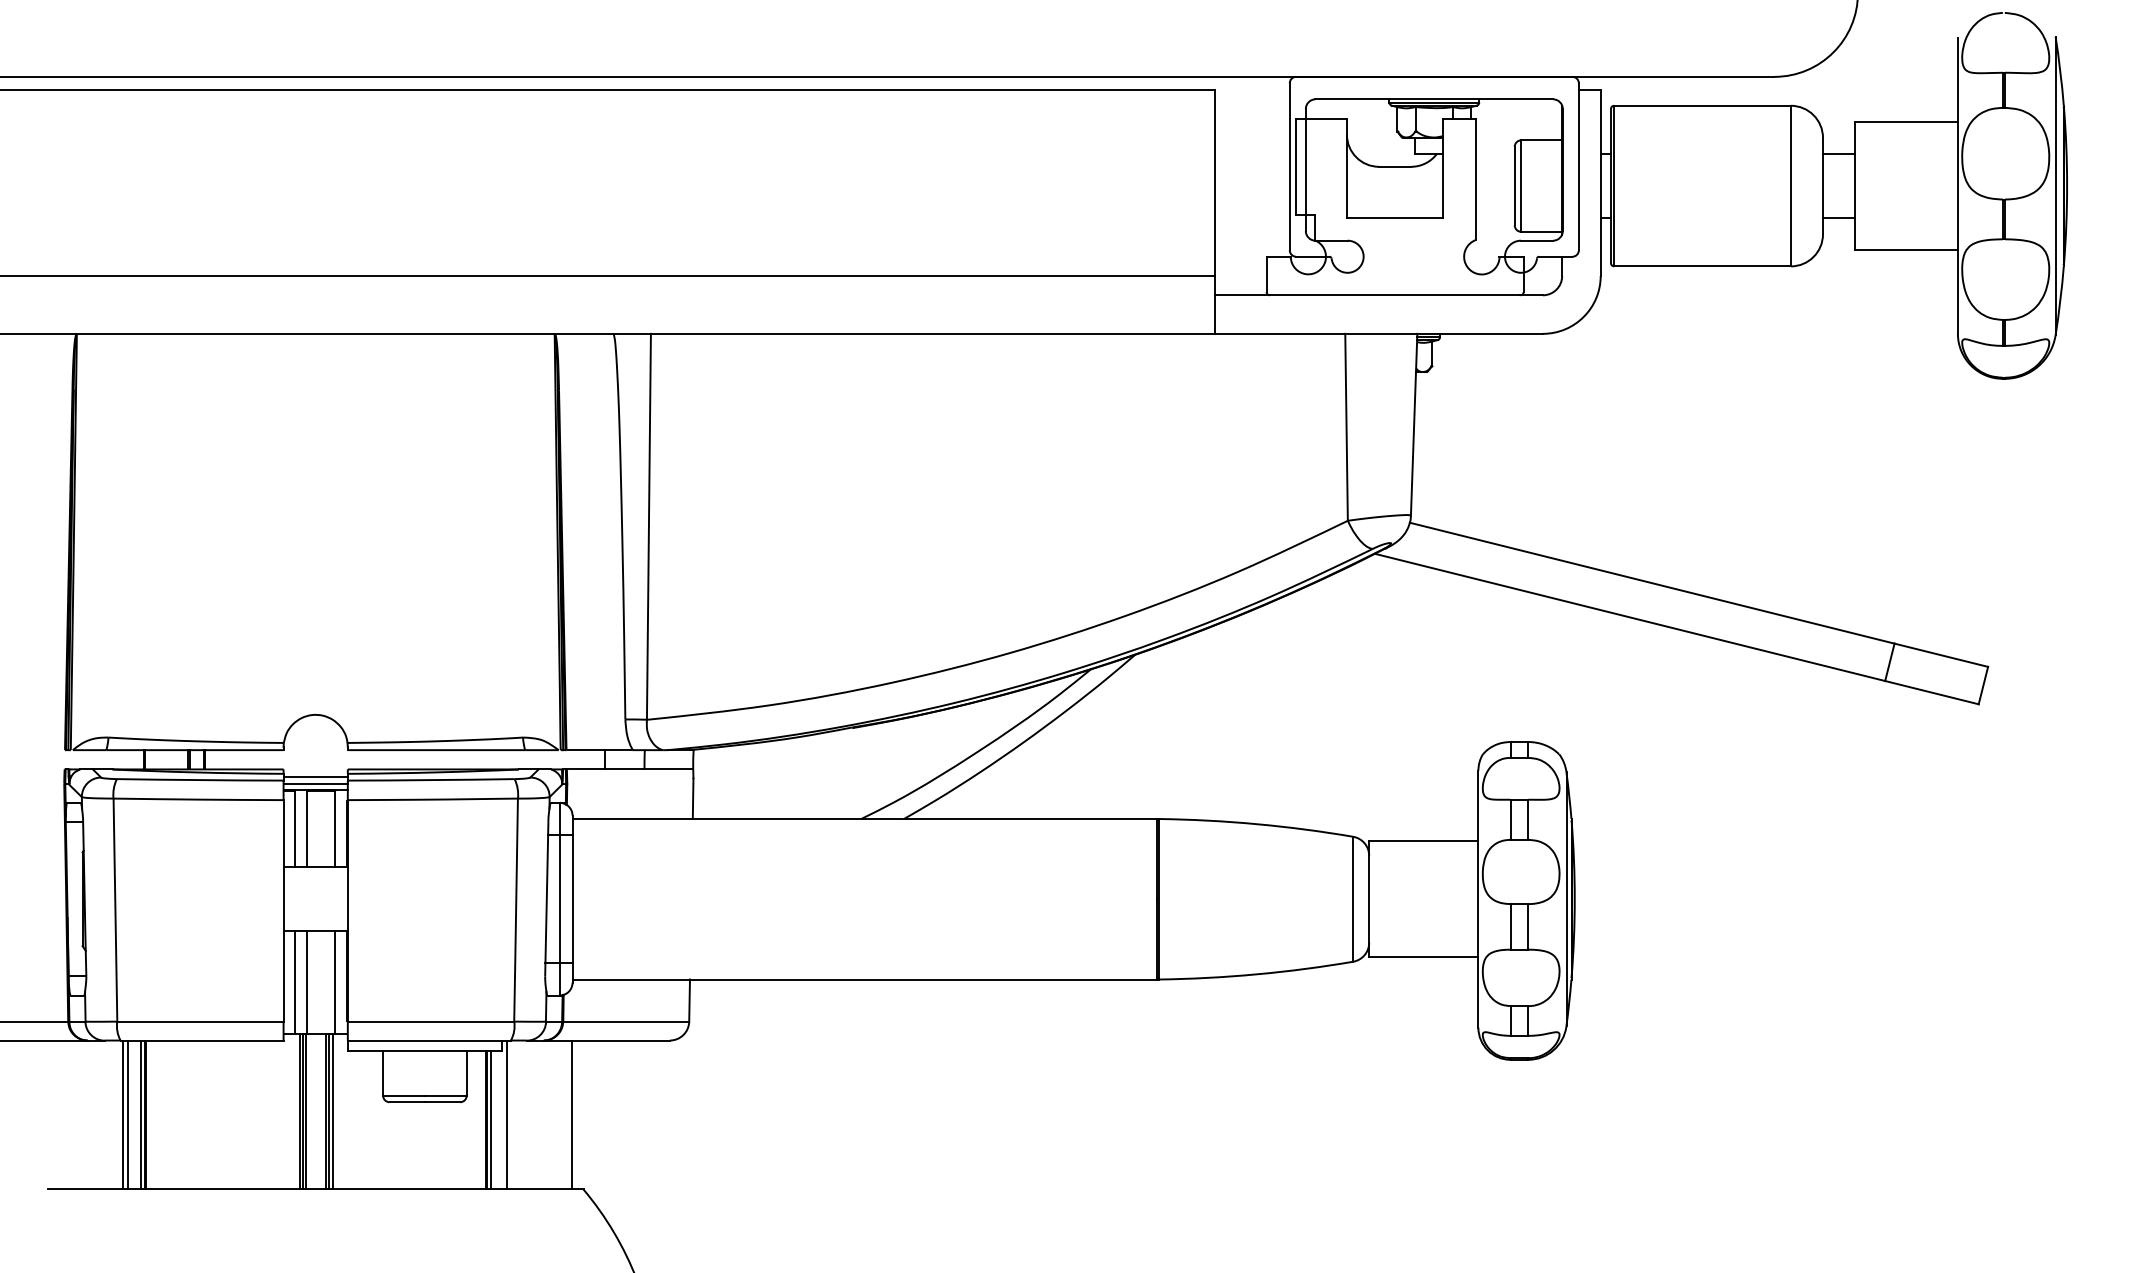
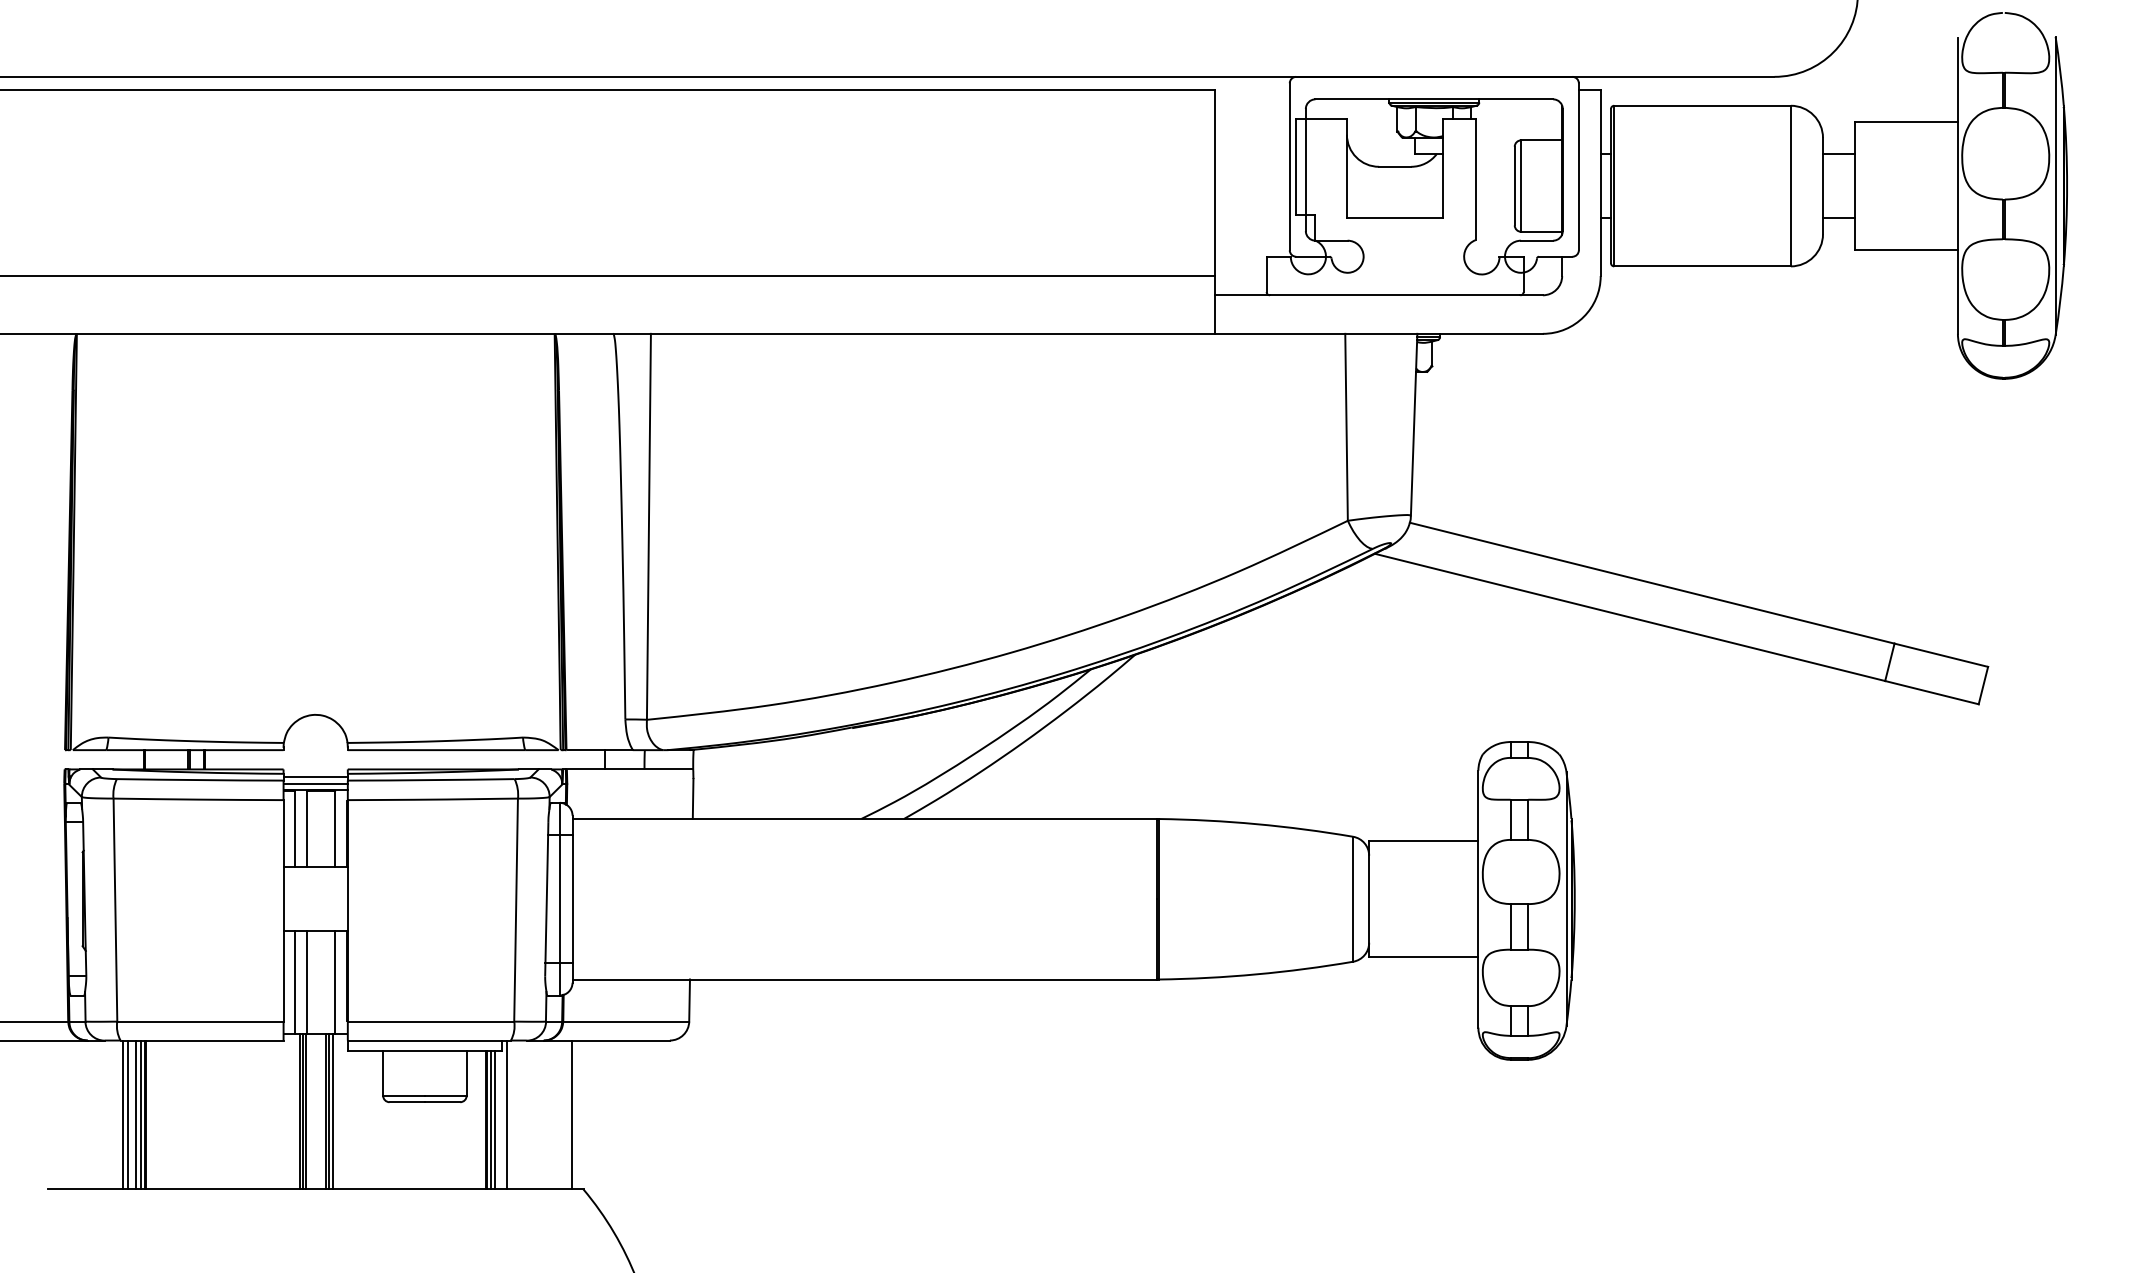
line at (136, 1114): none -> present
line at (495, 1119): none -> present
